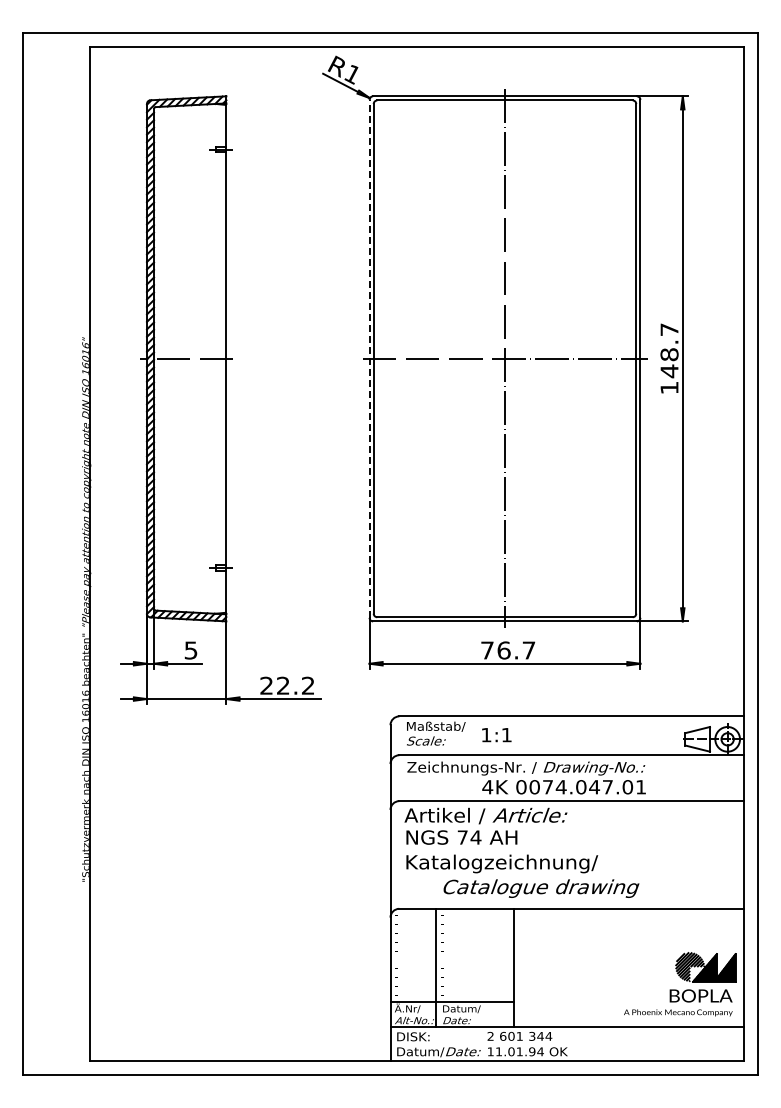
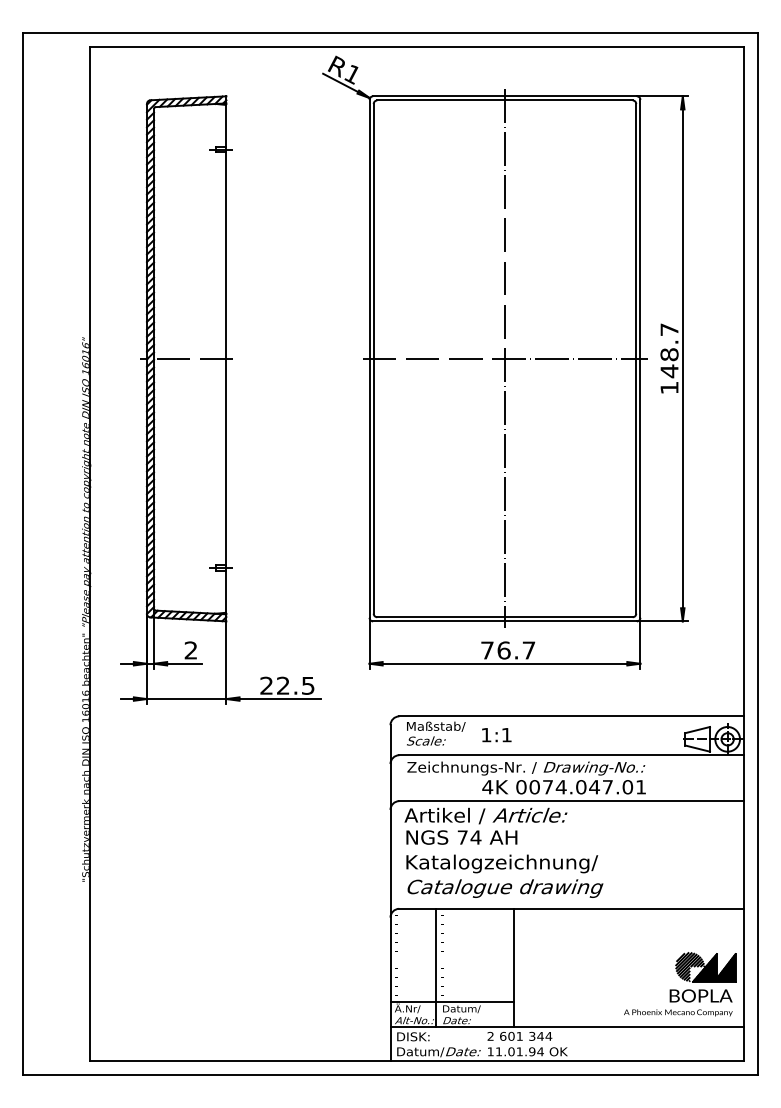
line at (369, 358): dashed -> solid
text at (190, 650): 5 -> 2
text at (308, 685): 22.2 -> 22.5
text at (541, 888) position: (541, 888) -> (505, 888)
